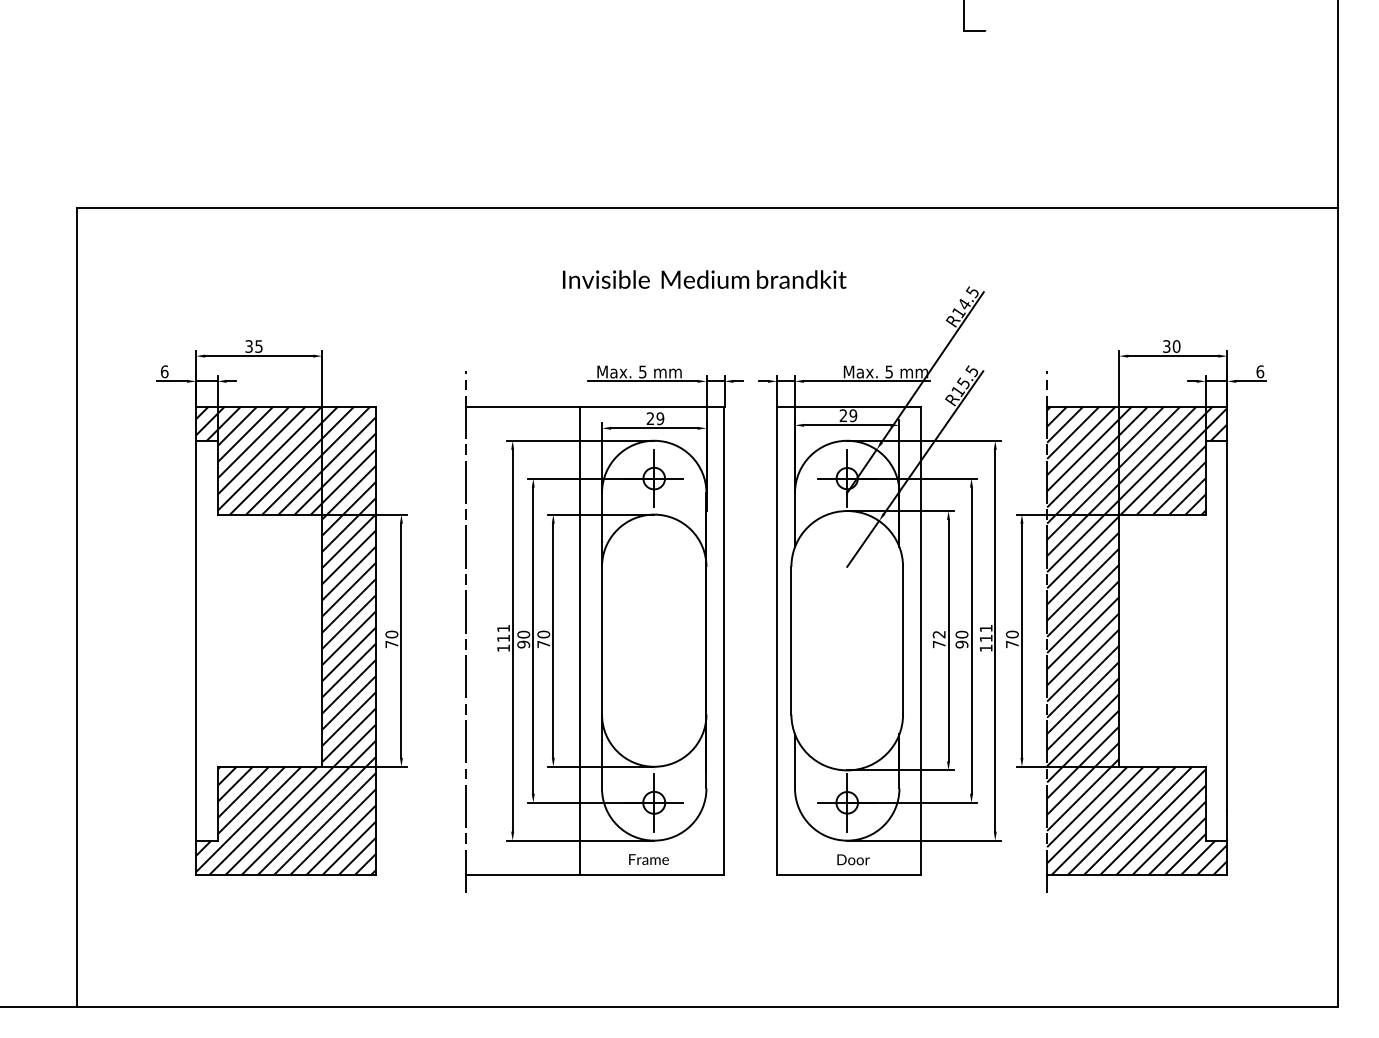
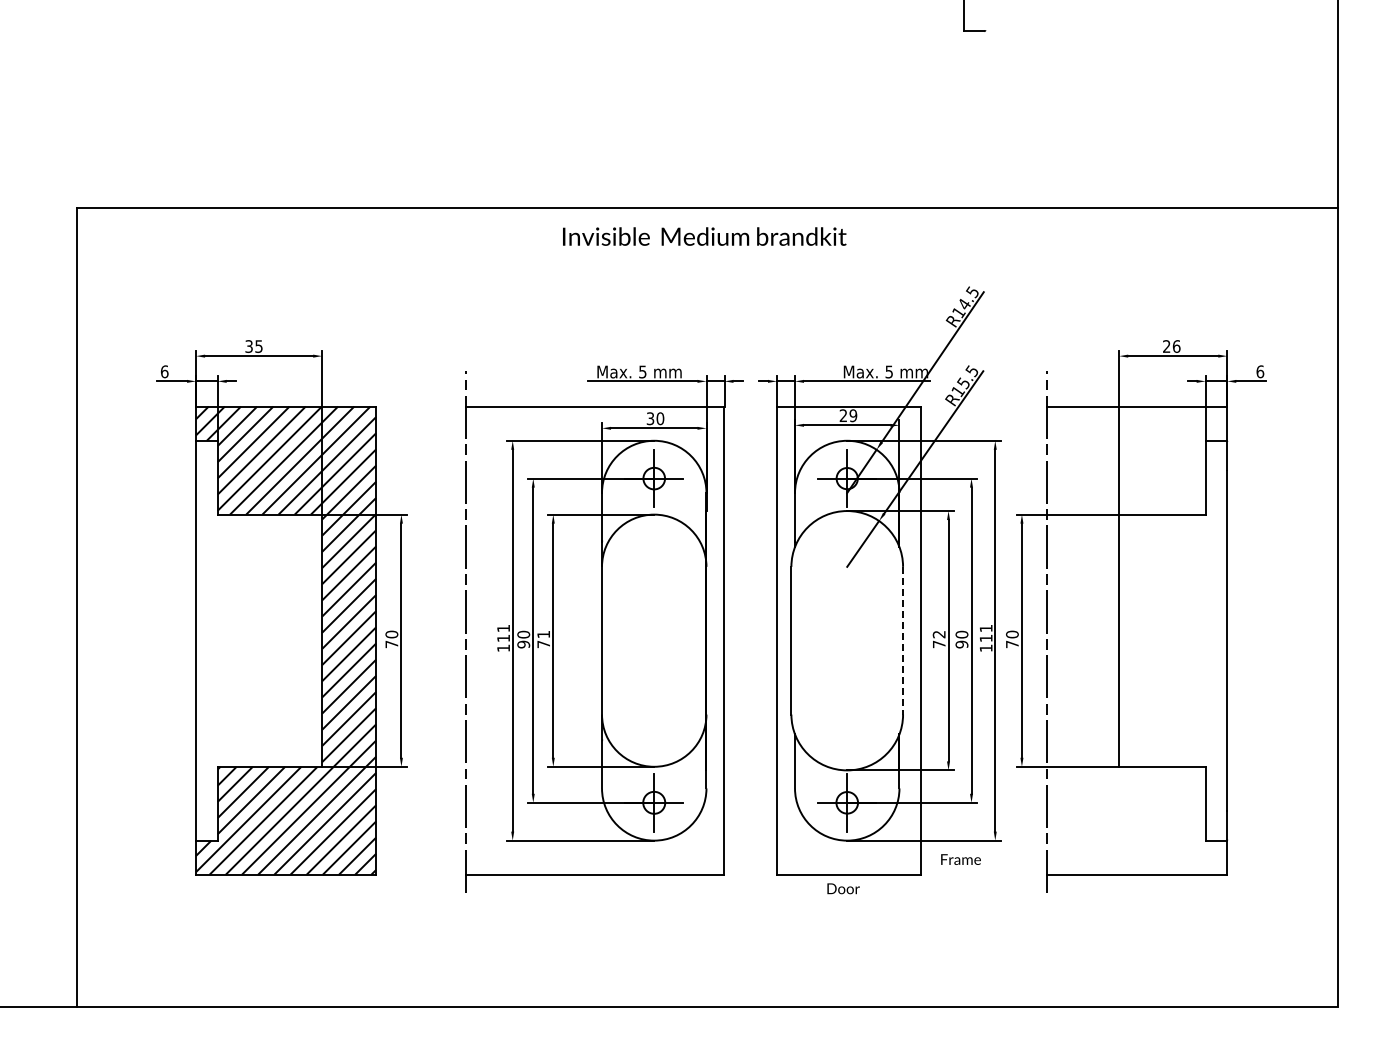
text at (704, 279) position: (704, 279) -> (704, 236)
text at (1171, 346): 30 -> 26
text at (655, 418): 29 -> 30
text at (543, 634): 70 -> 71
line at (580, 640): present -> none
line at (903, 640): solid -> dashed
hatch at (1137, 640): present -> none
text at (648, 859) position: (648, 859) -> (960, 859)
text at (853, 859) position: (853, 859) -> (843, 888)
